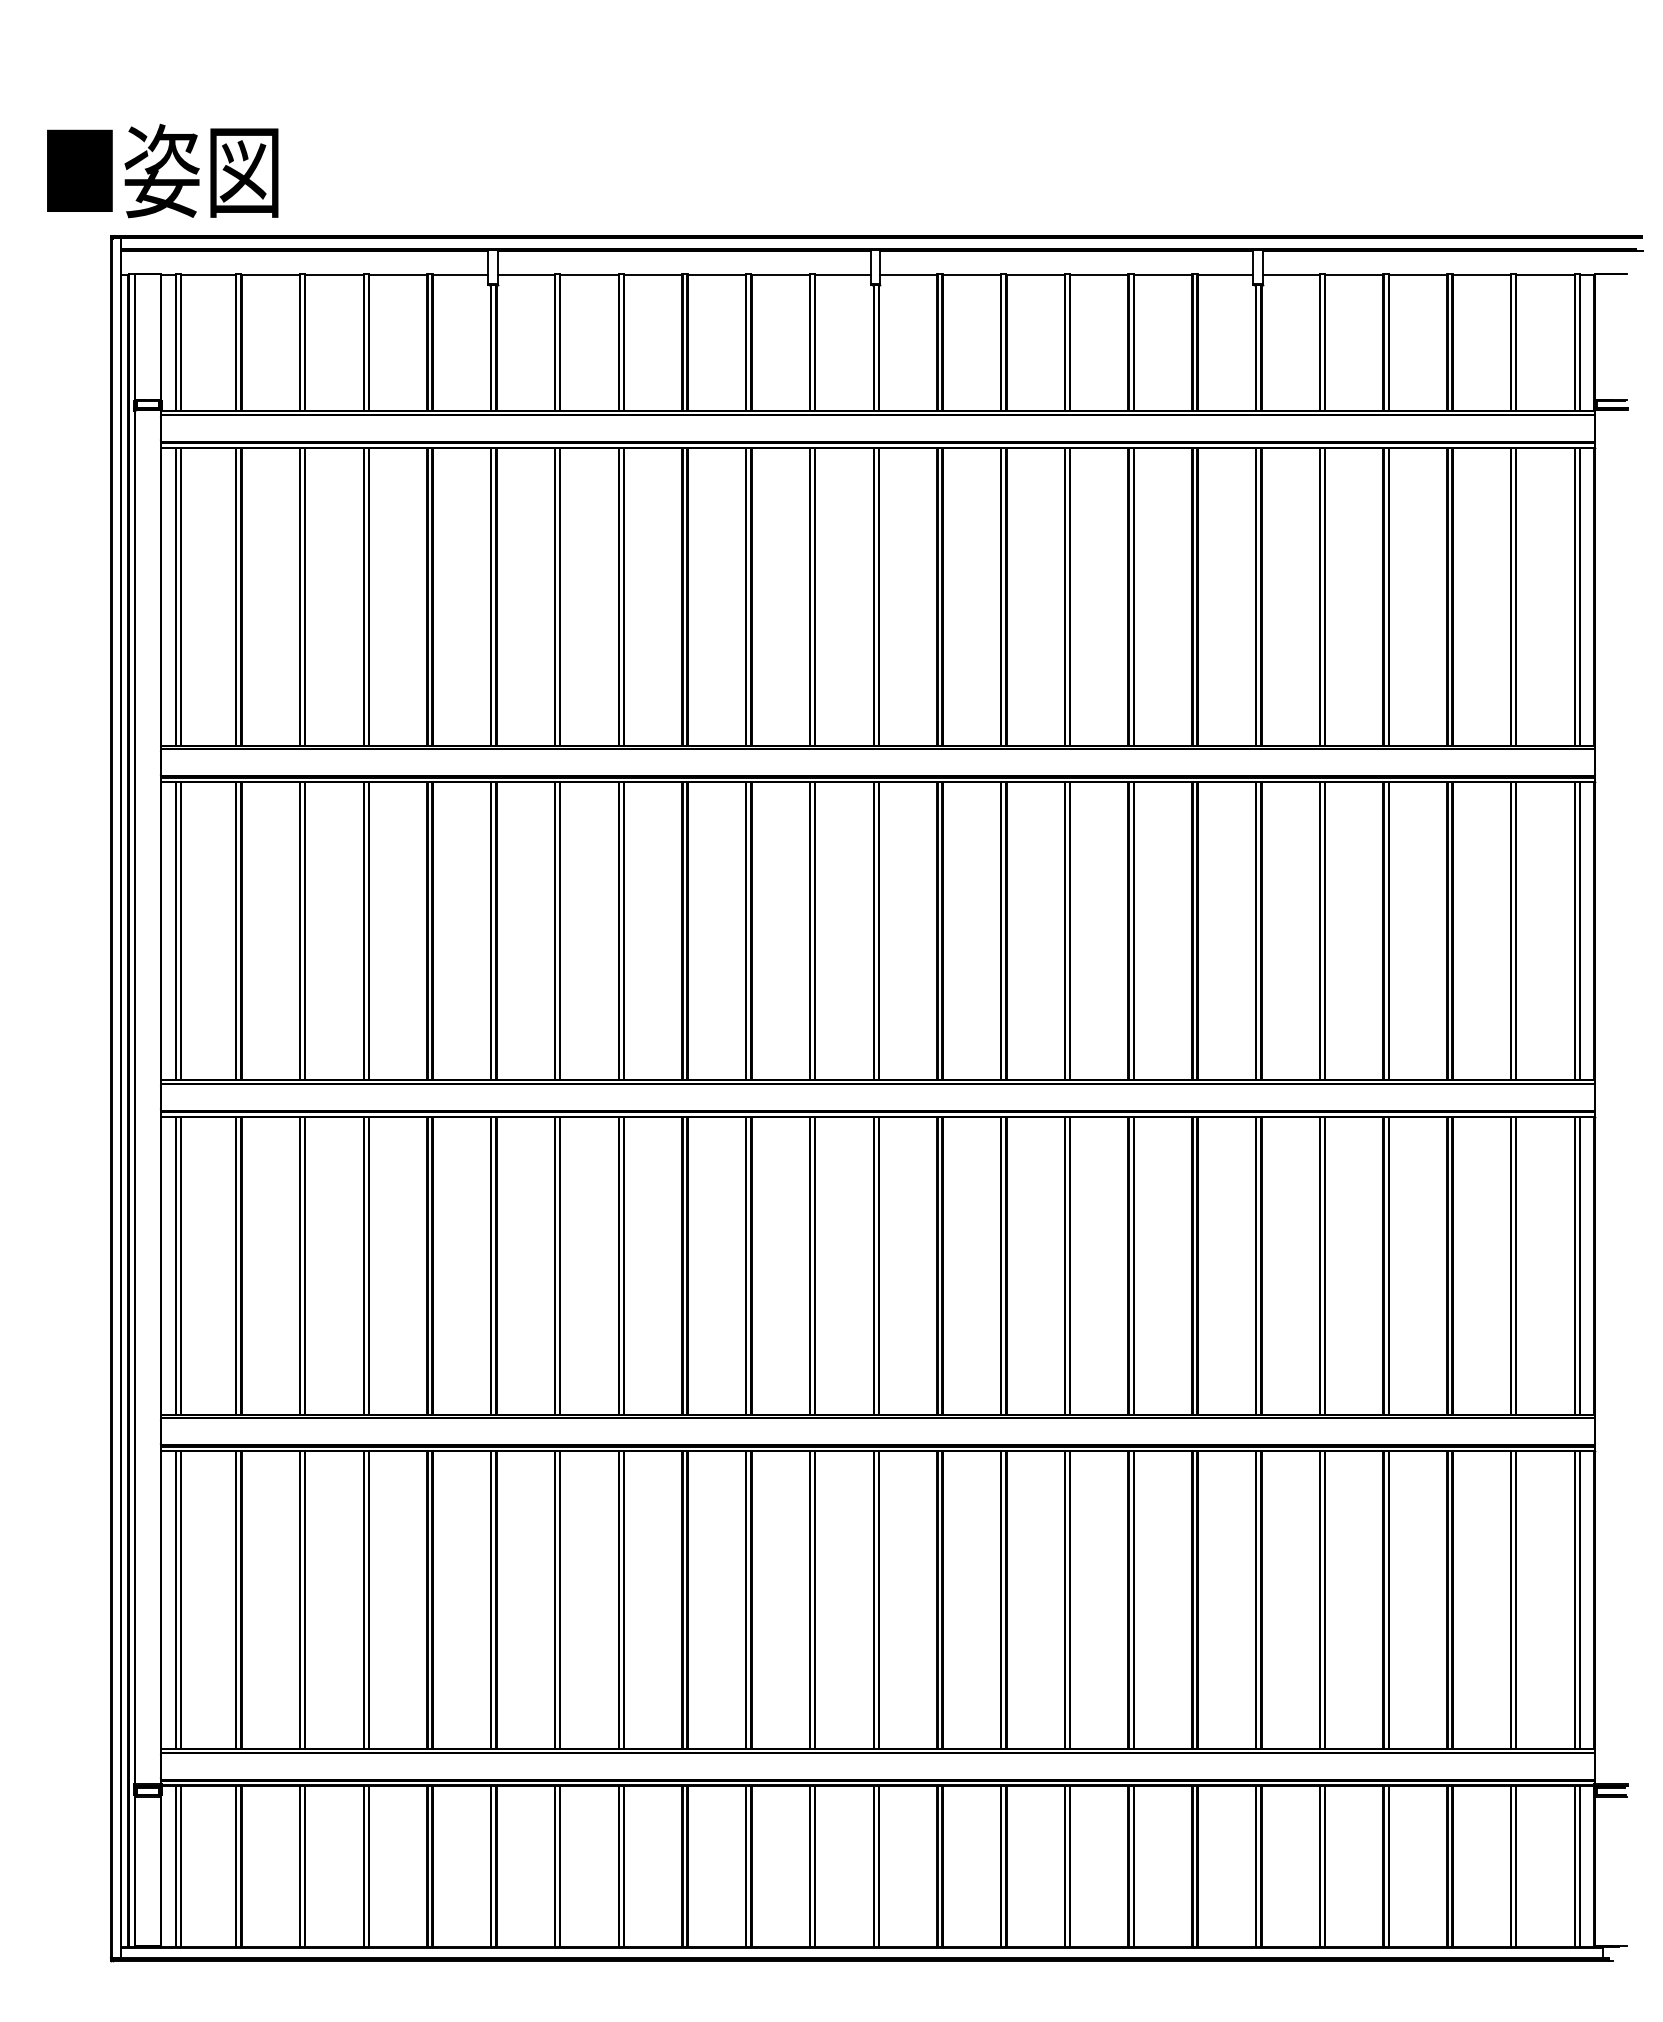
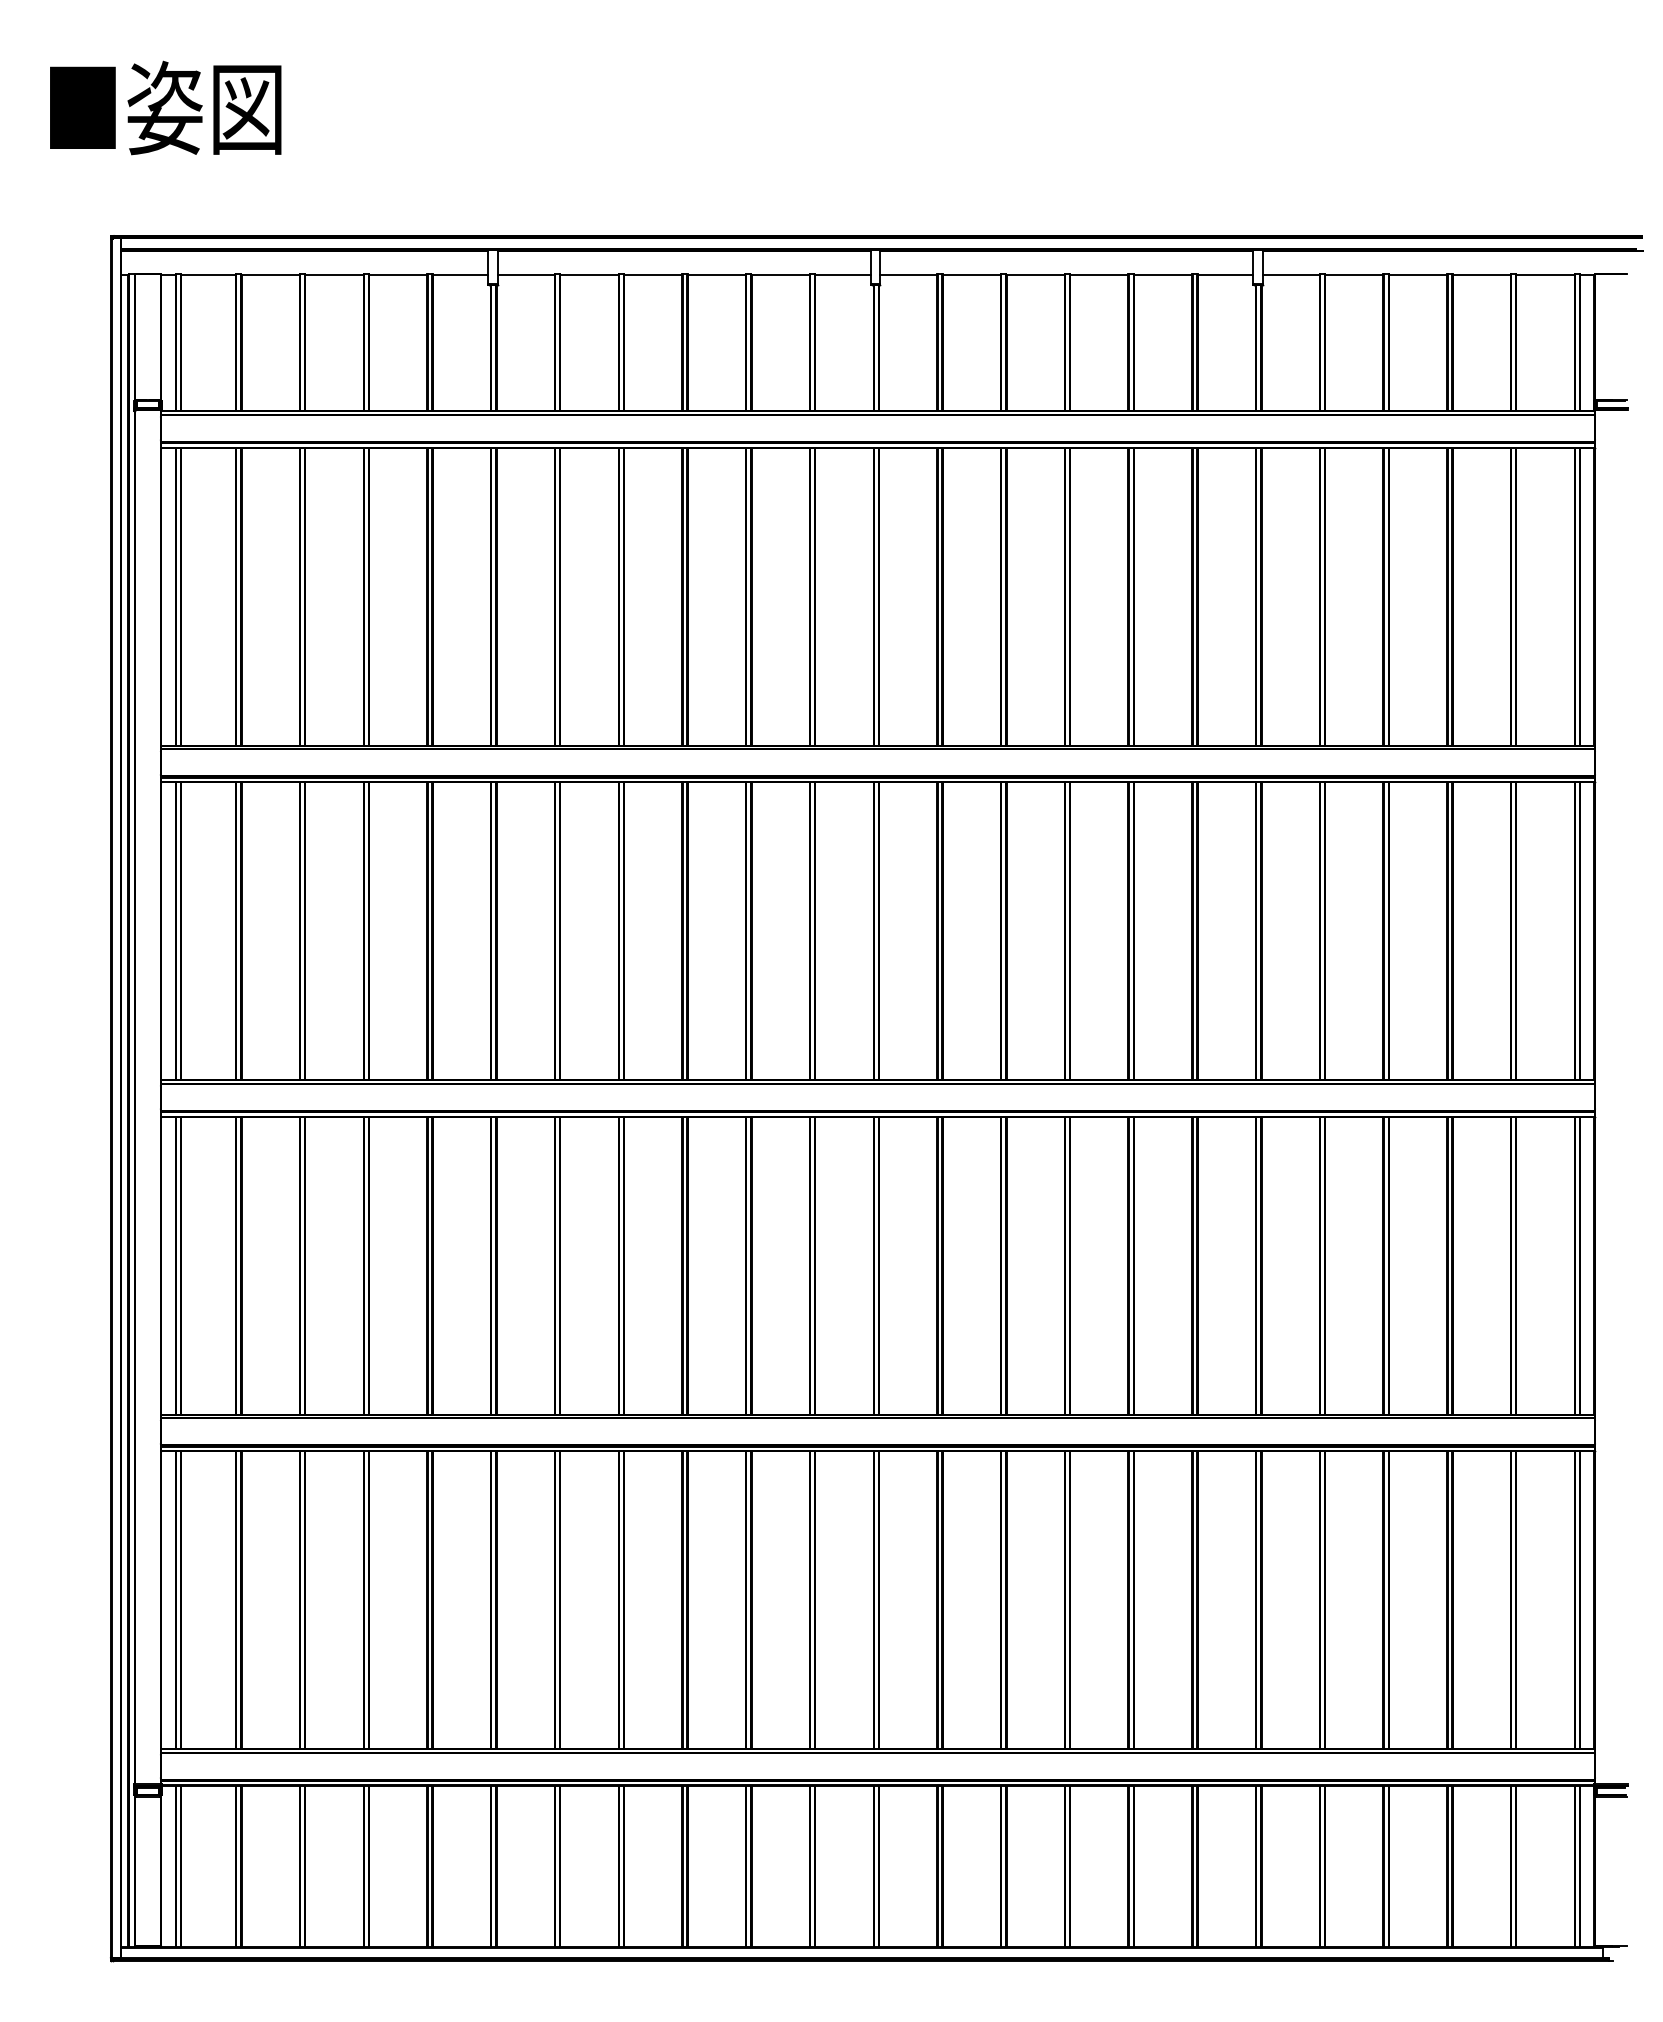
text at (162, 170) position: (162, 170) -> (165, 107)
